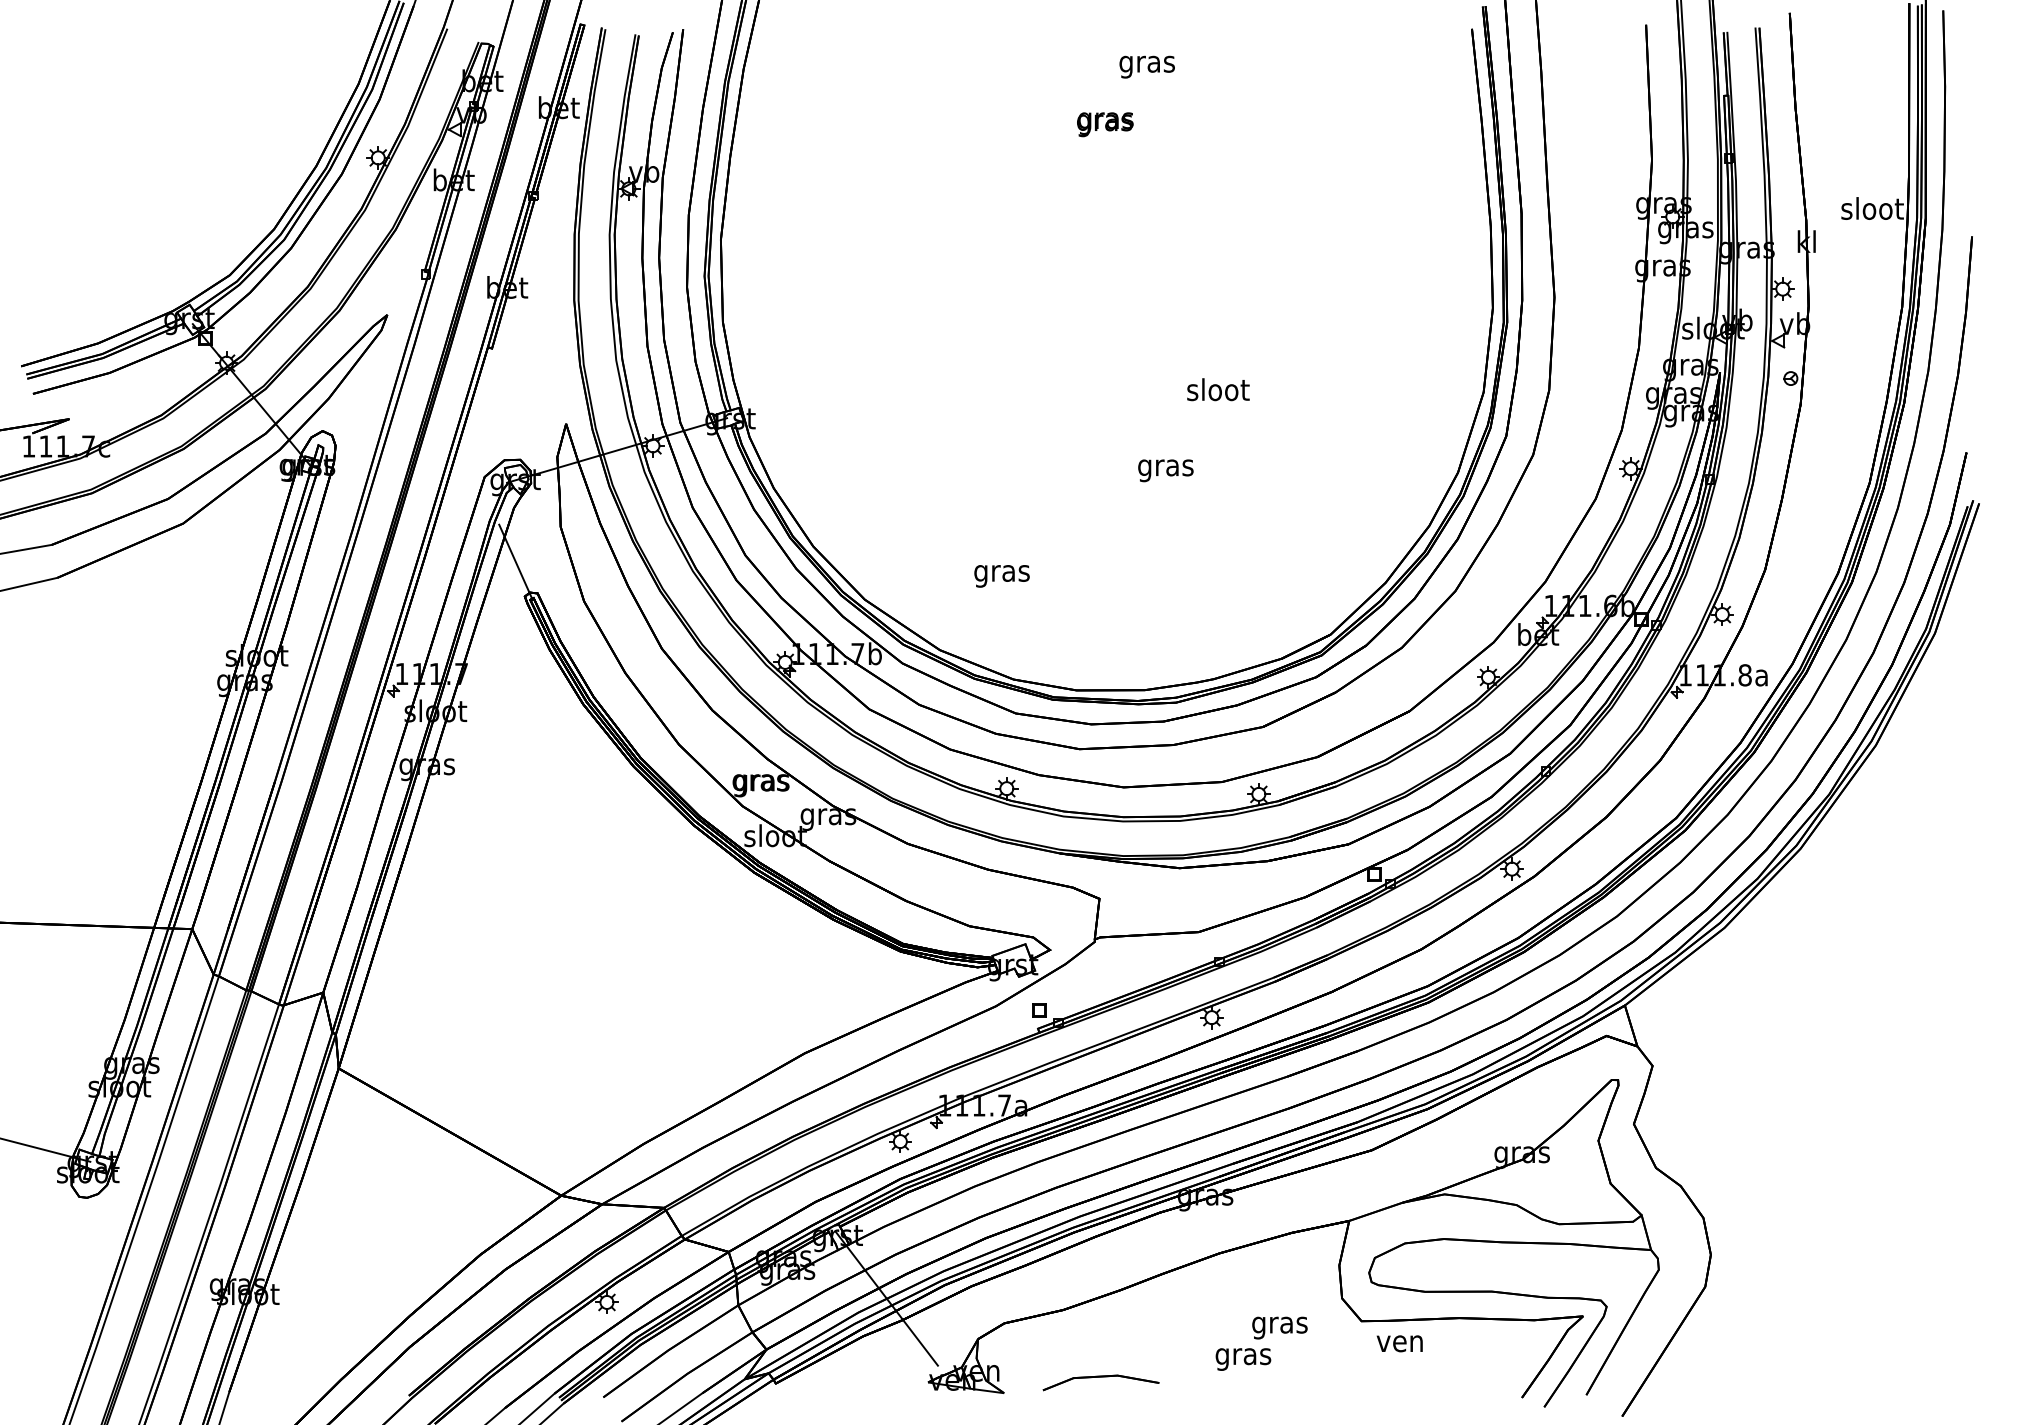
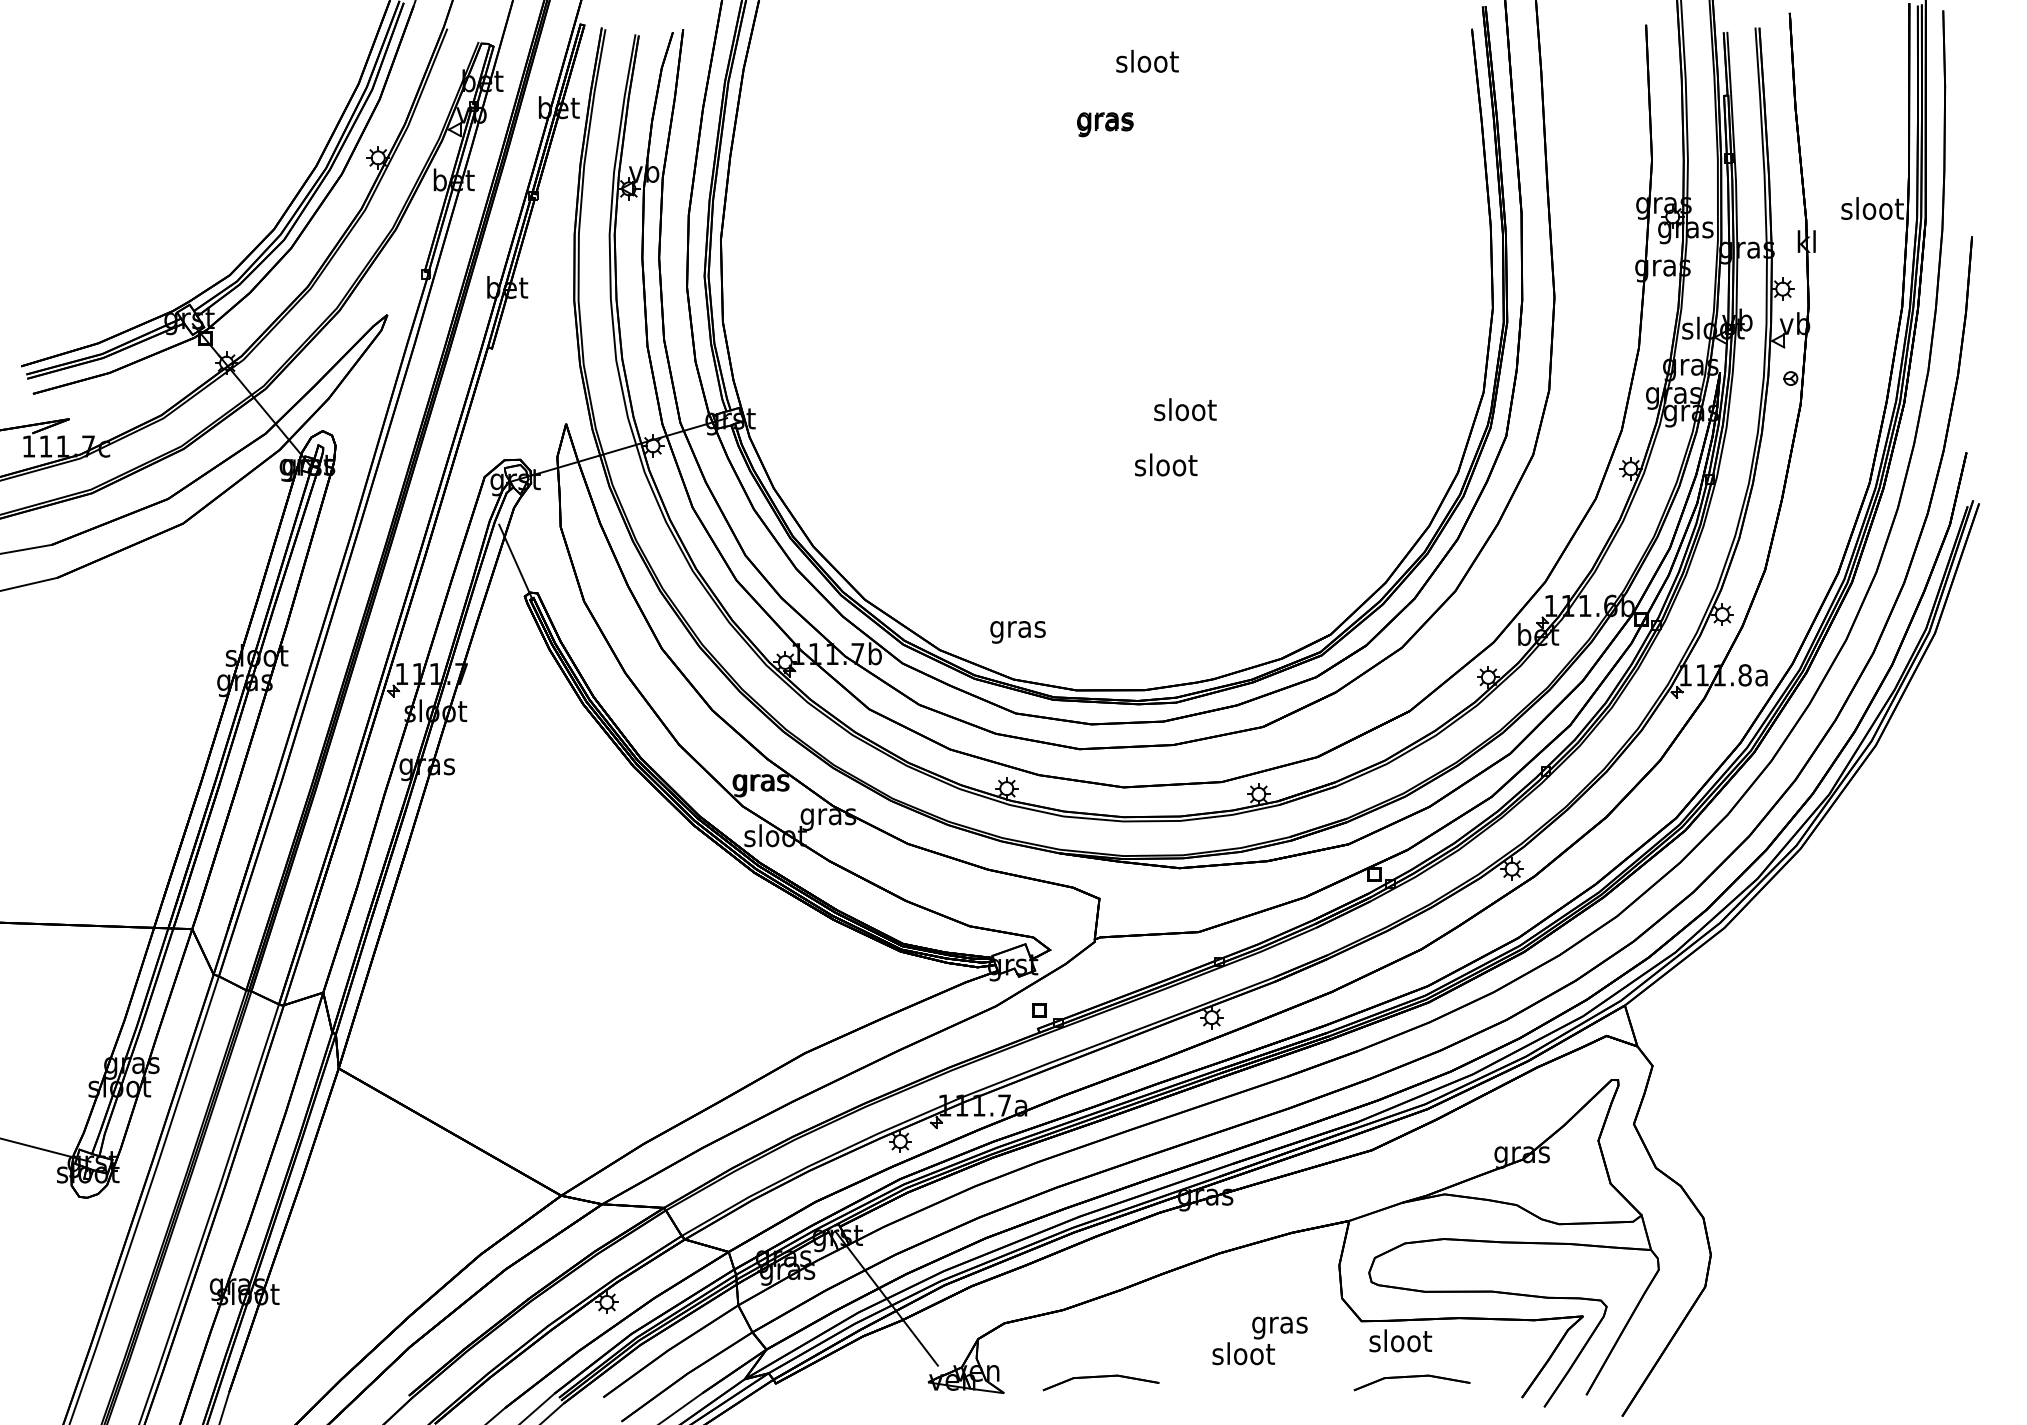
text at (1147, 63): gras -> sloot
text at (1218, 389) position: (1218, 389) -> (1185, 409)
text at (1166, 467): gras -> sloot
text at (1001, 576) position: (1001, 576) -> (1017, 632)
text at (1400, 1340): ven -> sloot
text at (1243, 1356): gras -> sloot
part at (1411, 1382): none -> present
